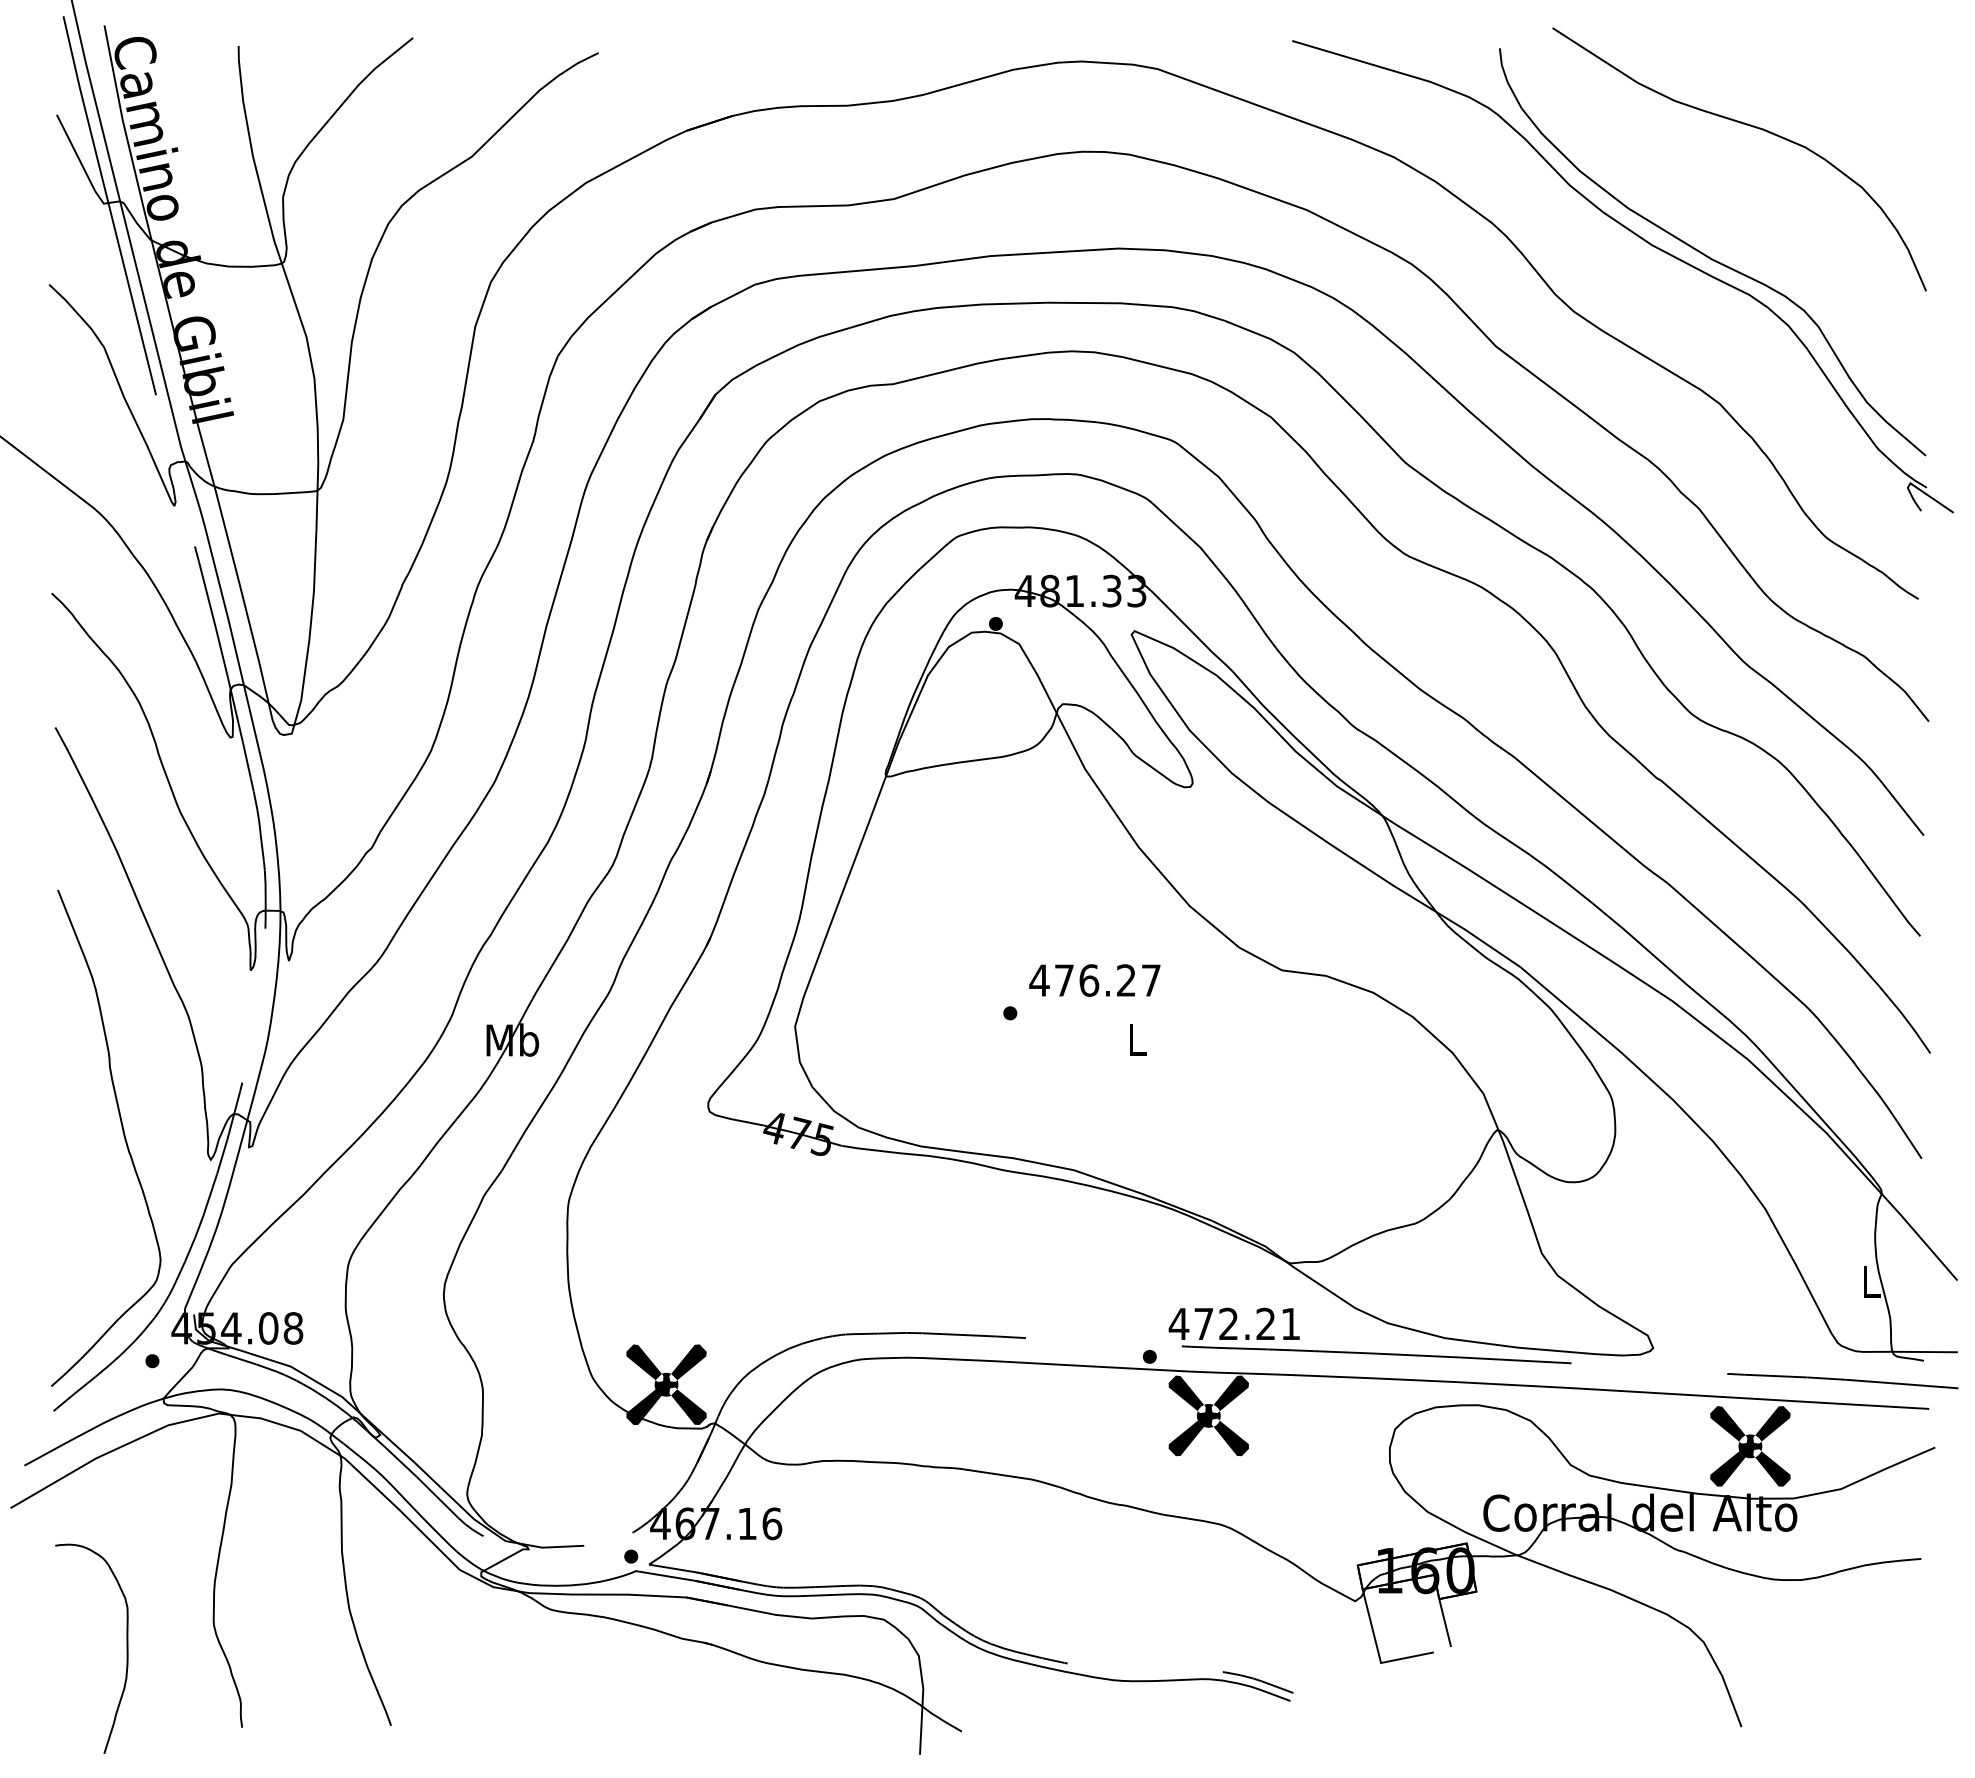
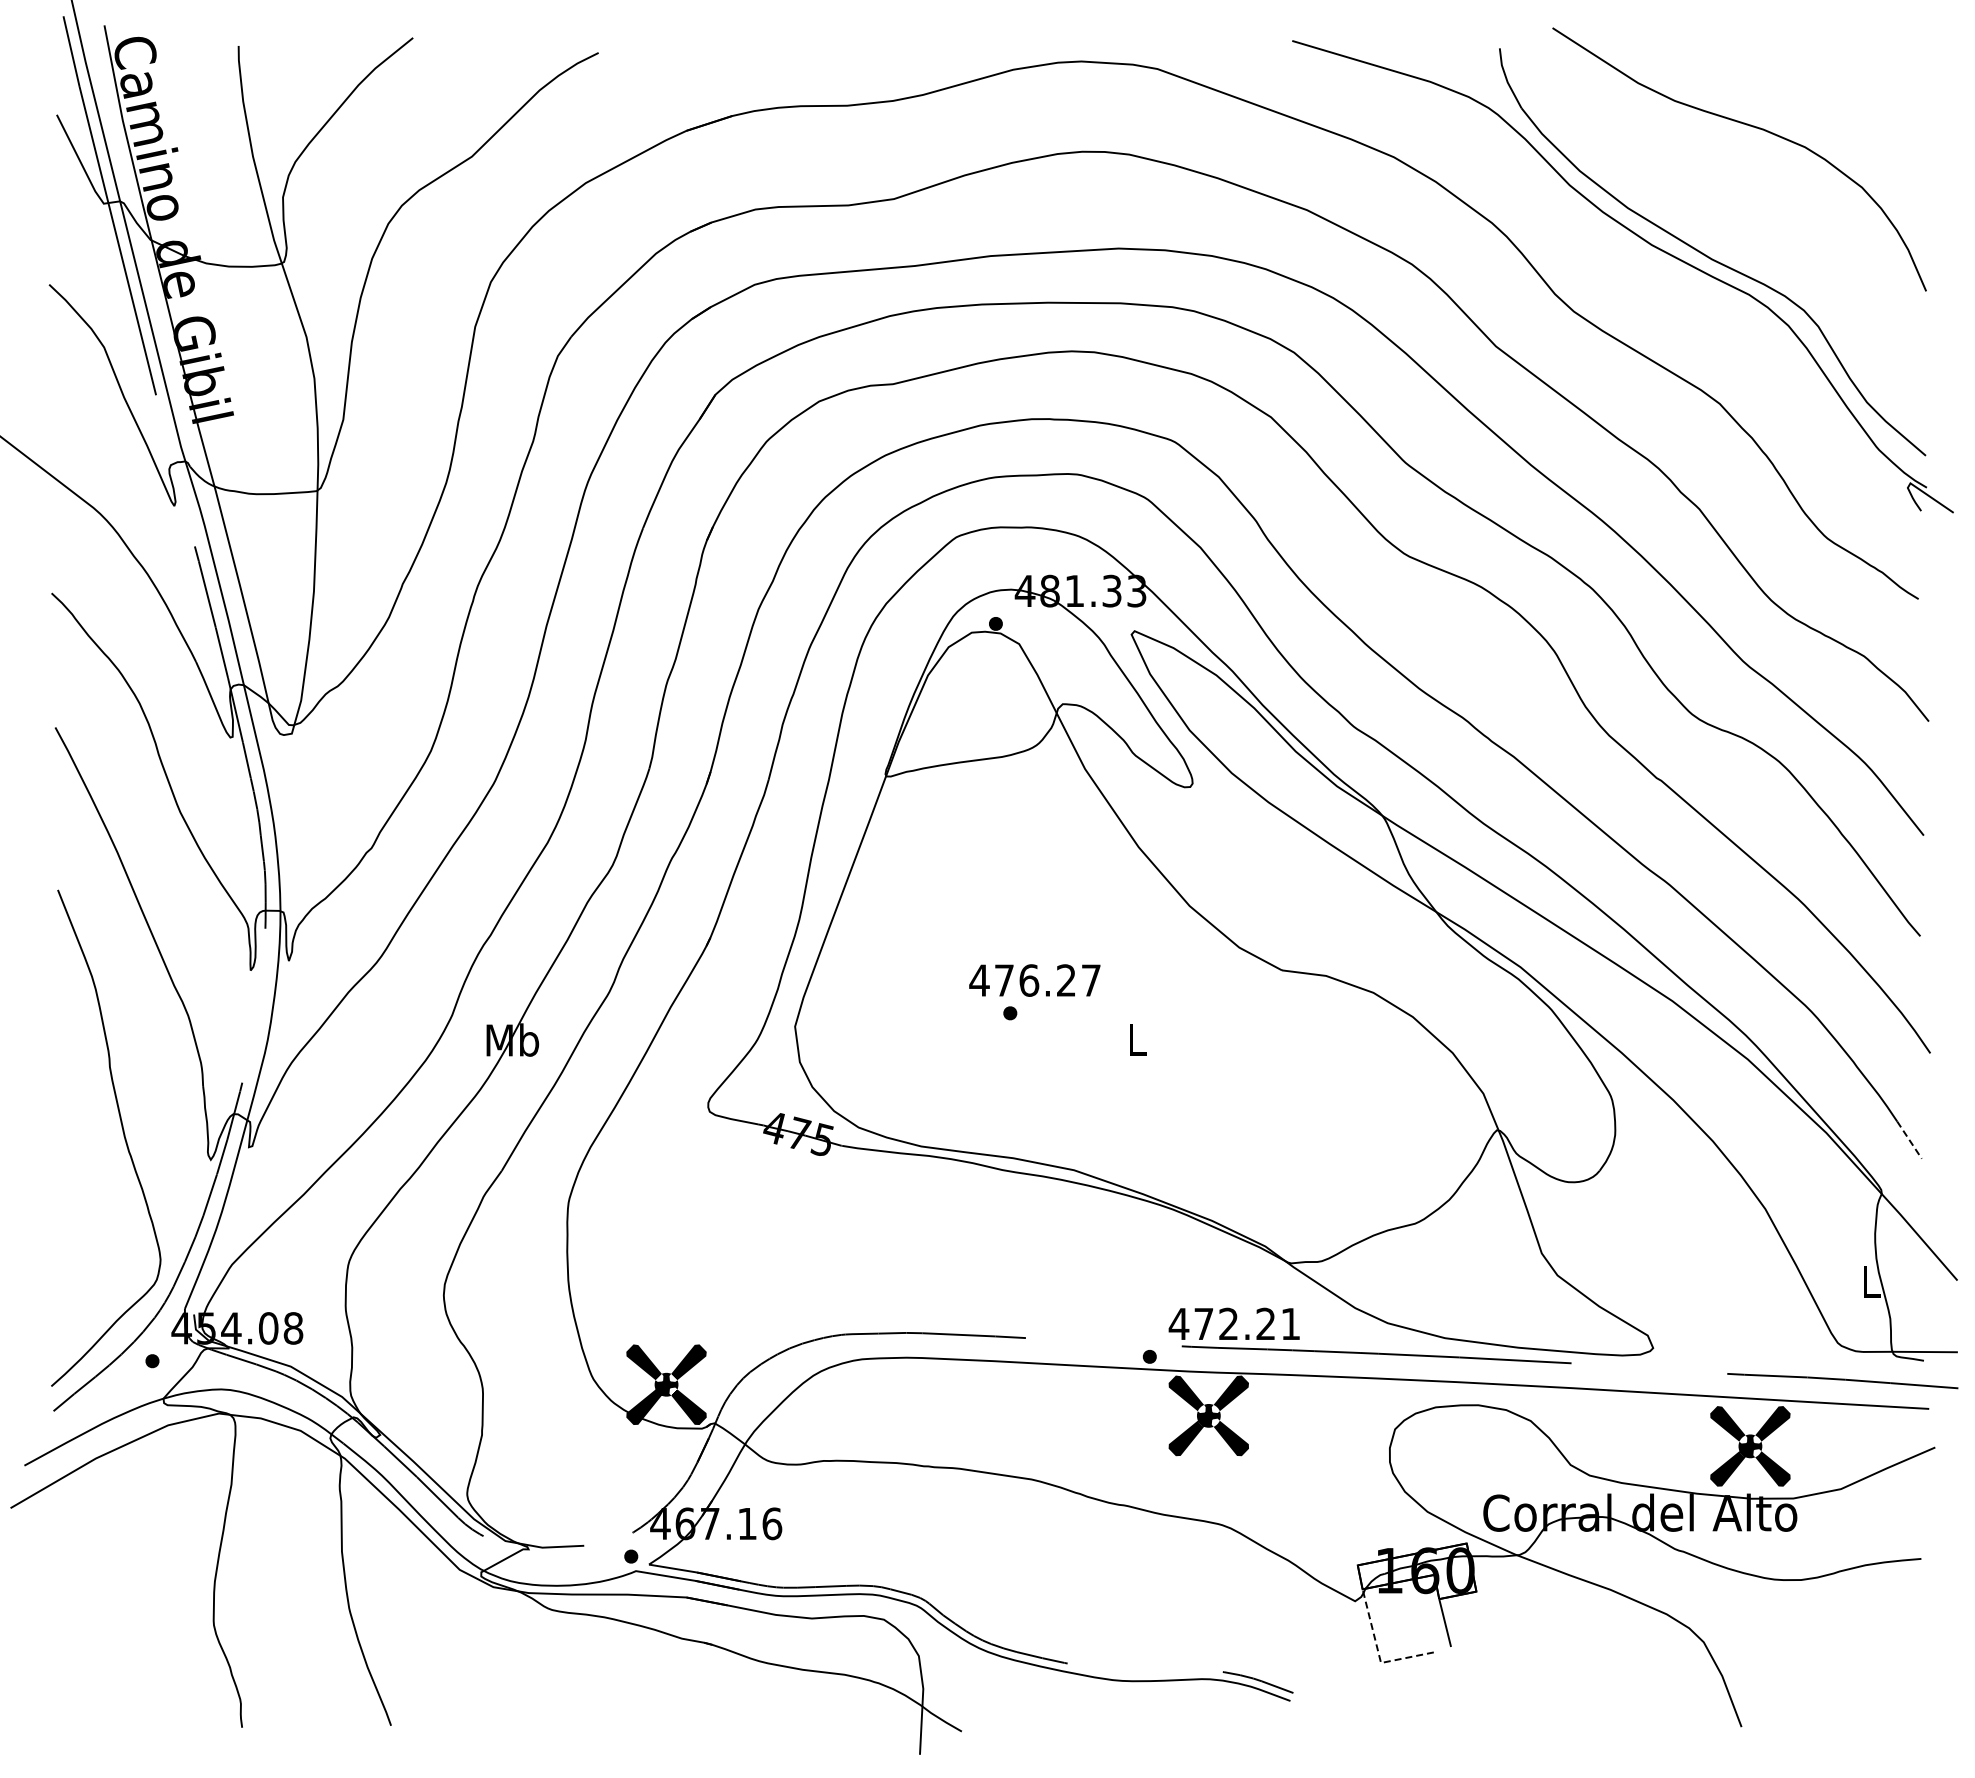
text at (1094, 980) position: (1094, 980) -> (1034, 980)
line at (1909, 1140): solid -> dashed
curve at (126, 1648): present -> none
line at (1378, 1652): solid -> dashed
